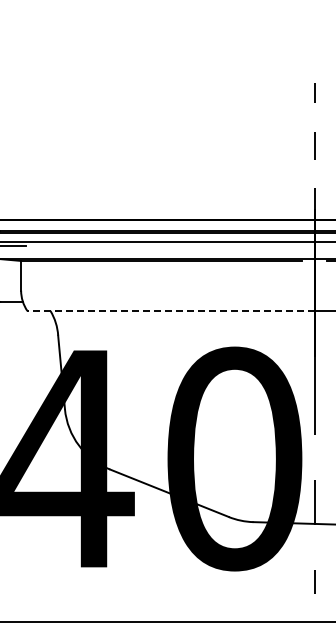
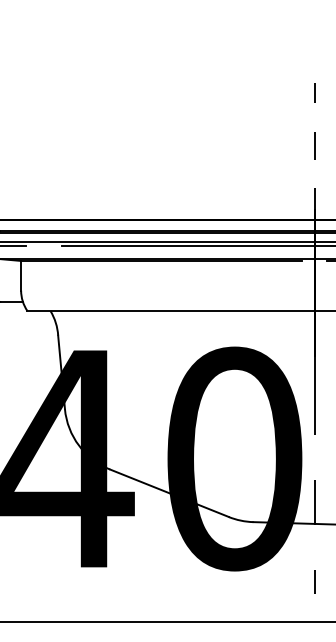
line at (197, 246): none -> present
line at (171, 311): dashed -> solid
